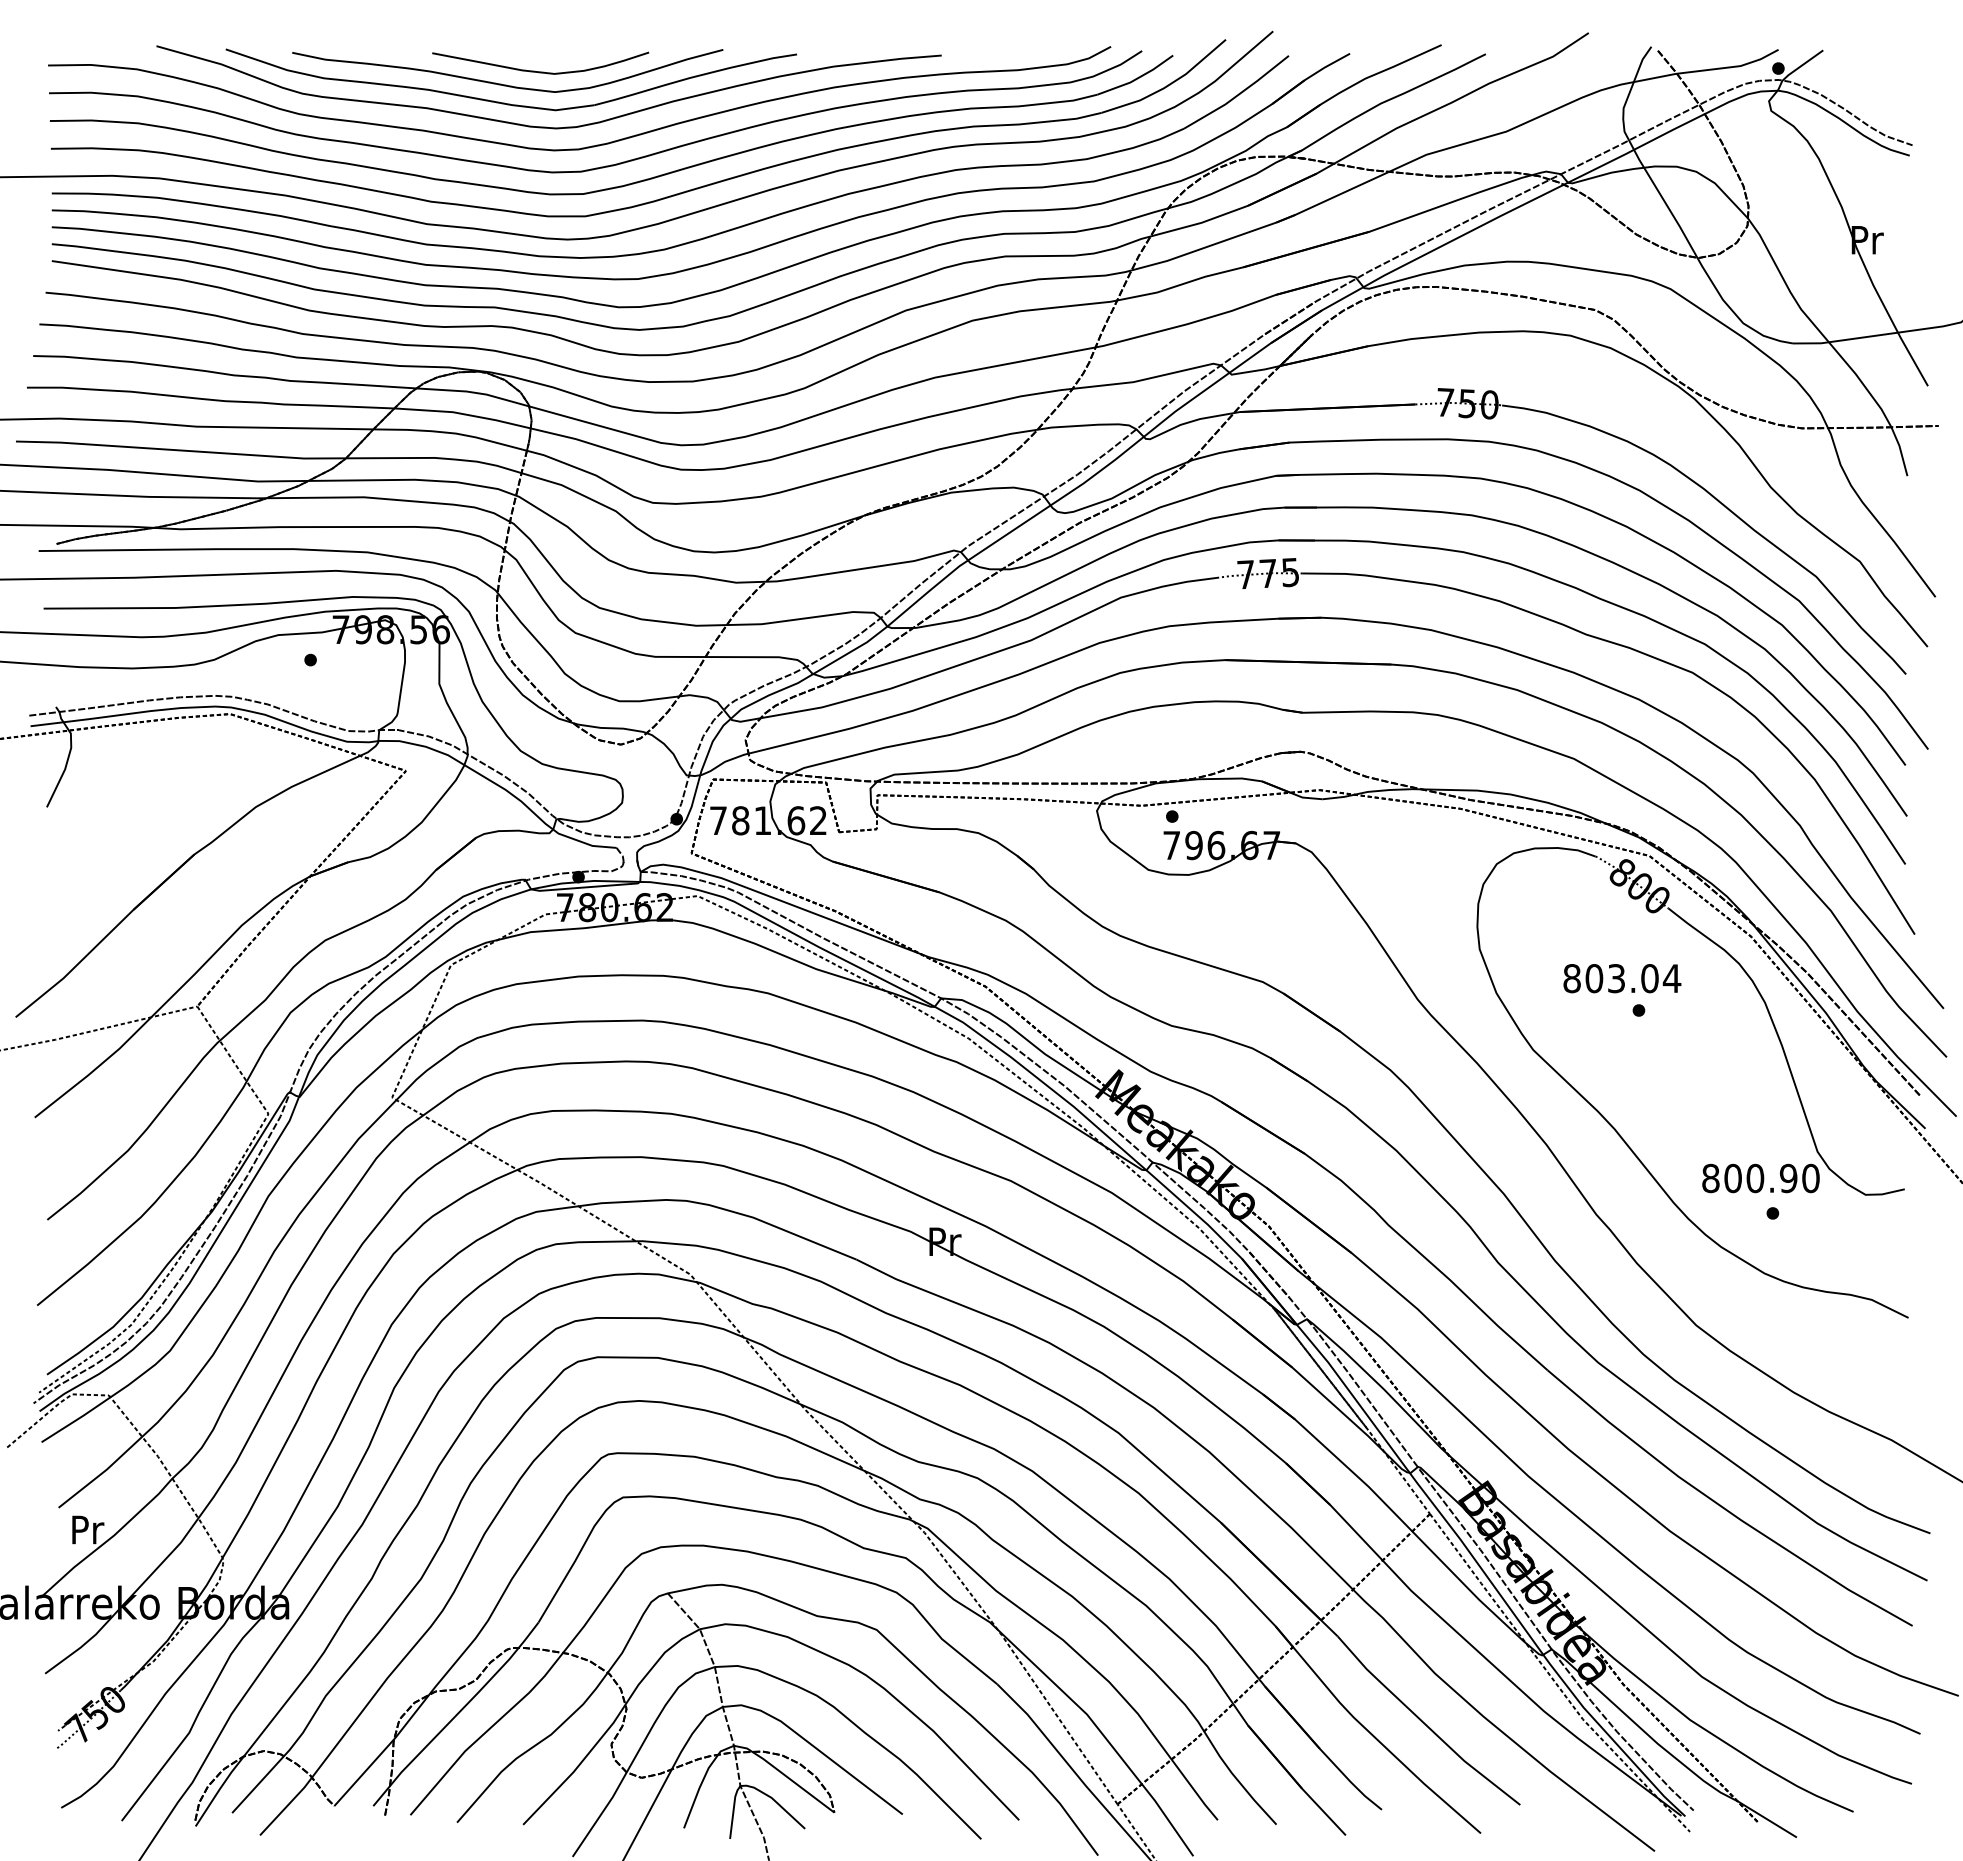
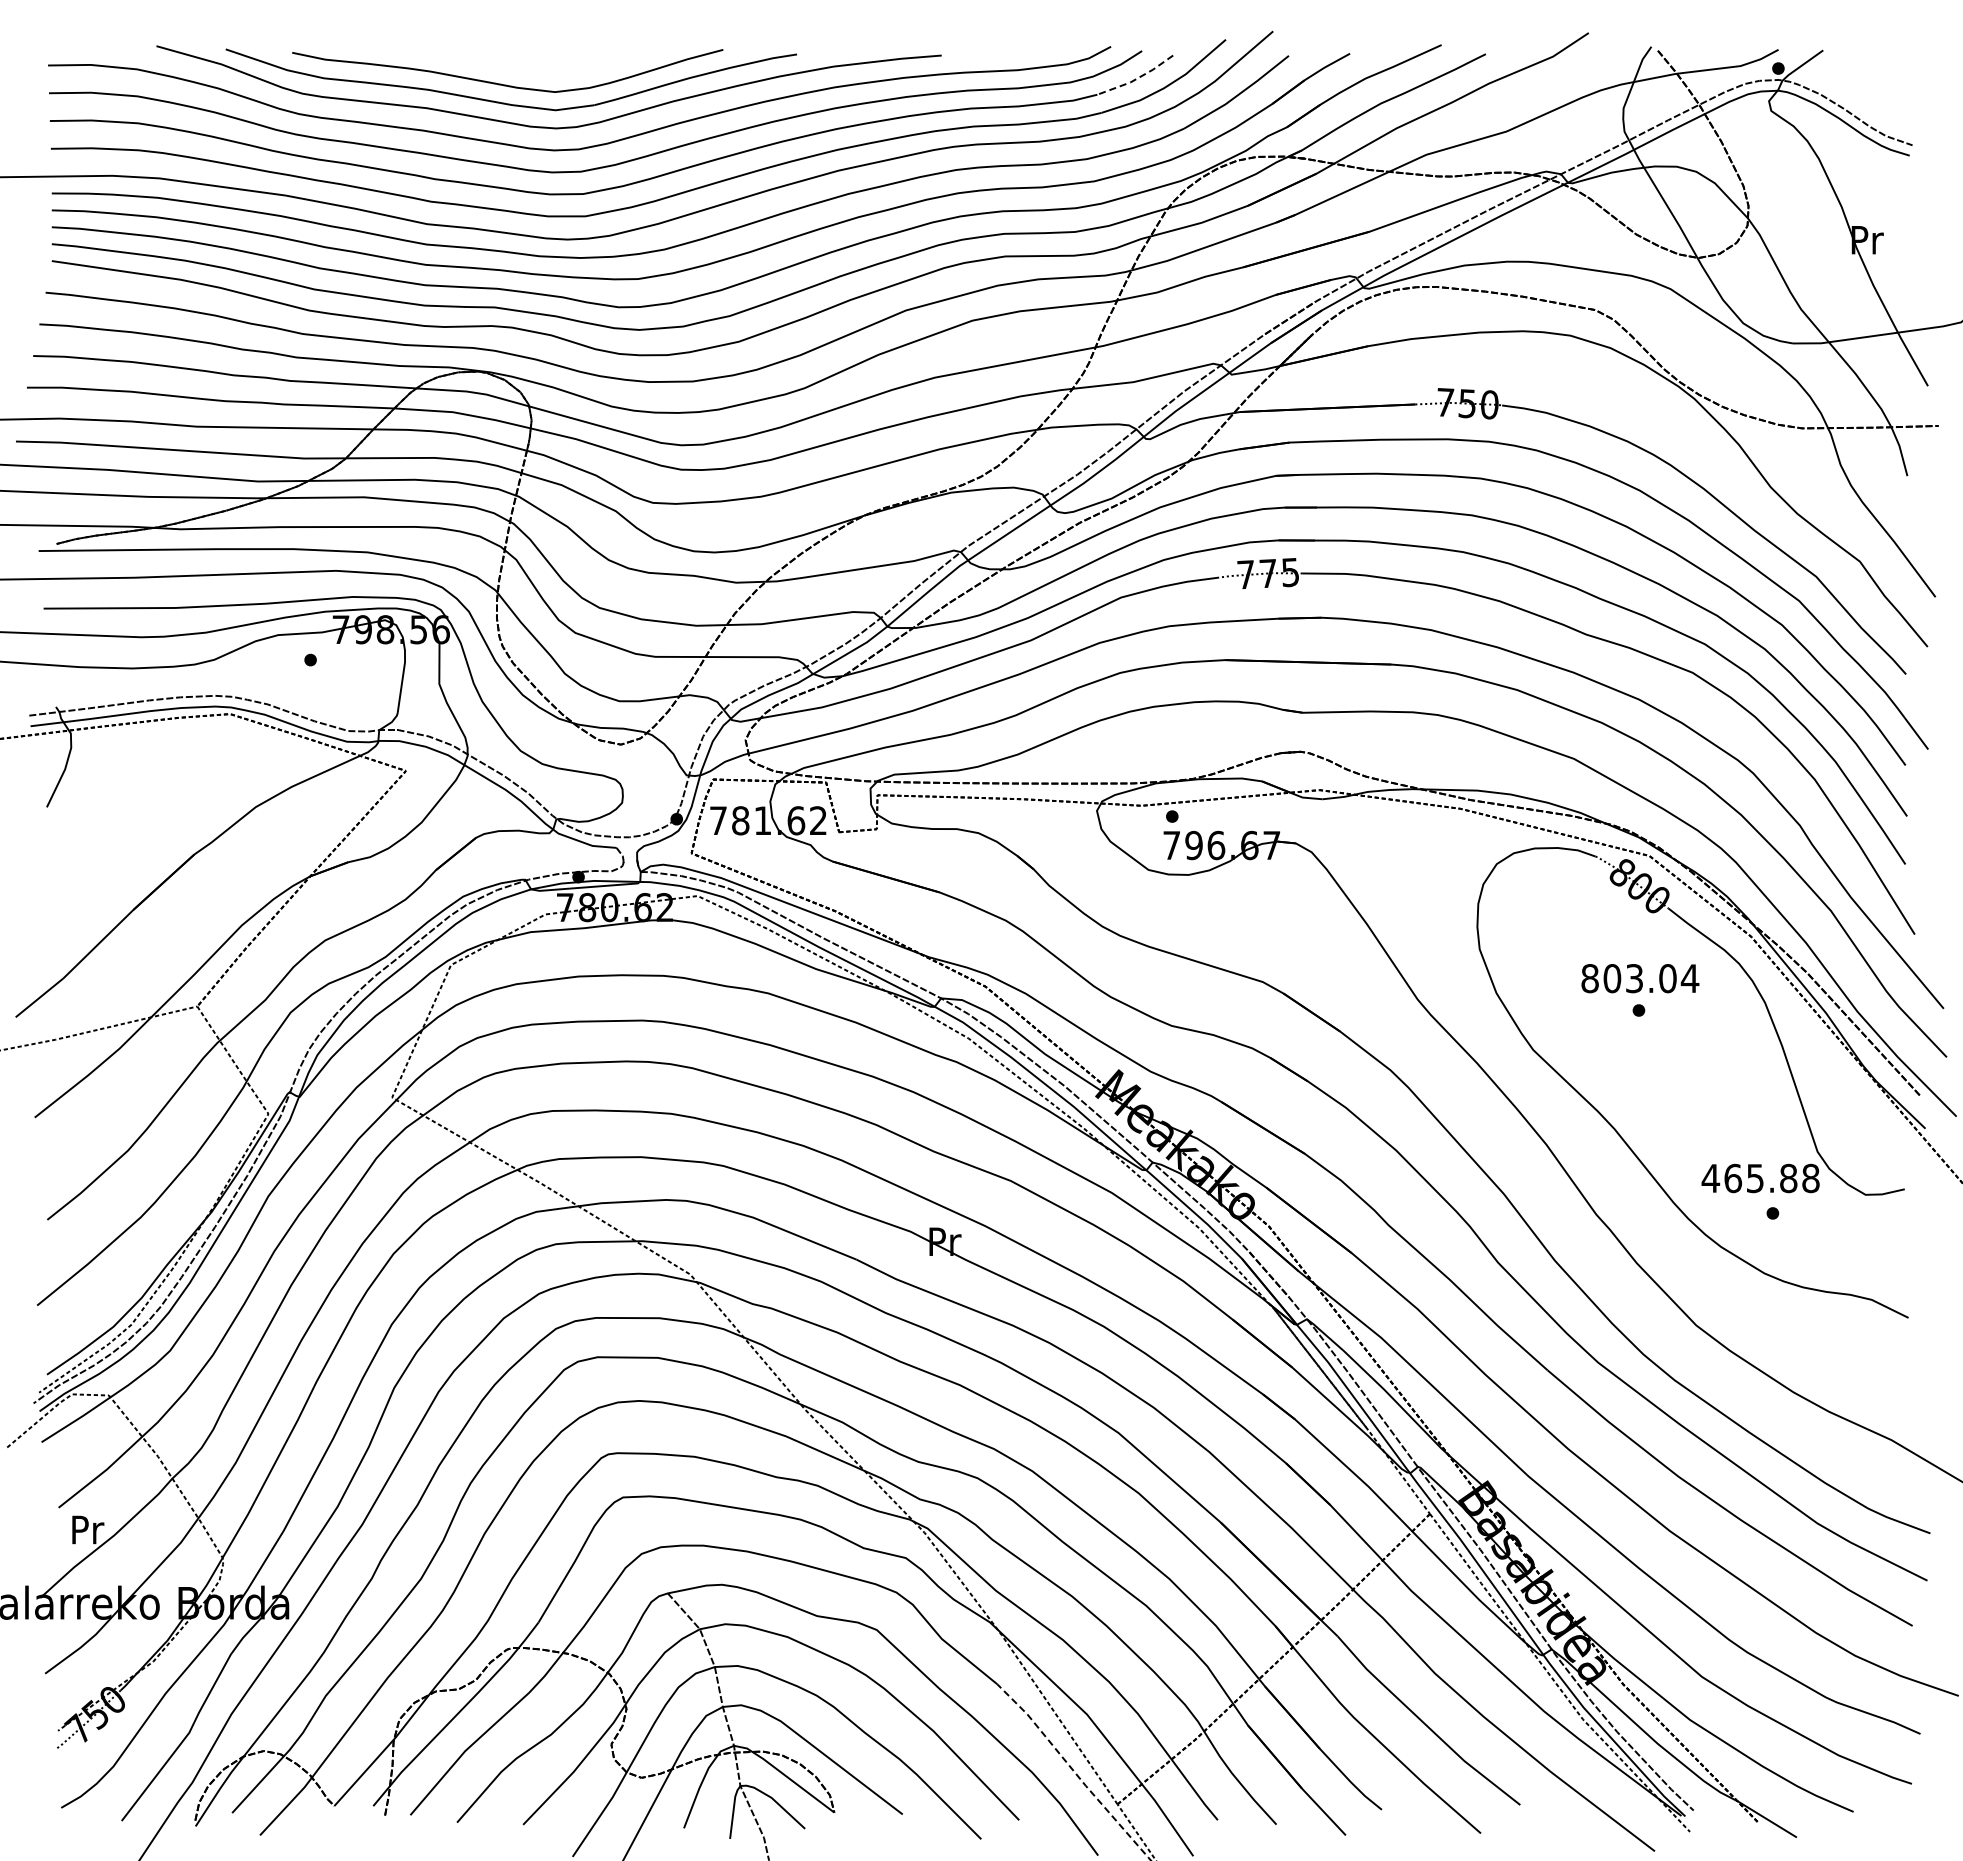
curve at (540, 71): present -> none
line at (1137, 78): solid -> dashed
text at (1622, 978) position: (1622, 978) -> (1640, 978)
text at (1760, 1178): 800.90 -> 465.88
line at (1073, 1771): solid -> dashed
